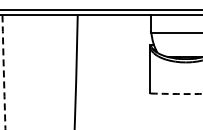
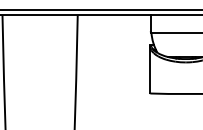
arc at (3, 73): dashed -> solid
arc at (177, 93): dashed -> solid
